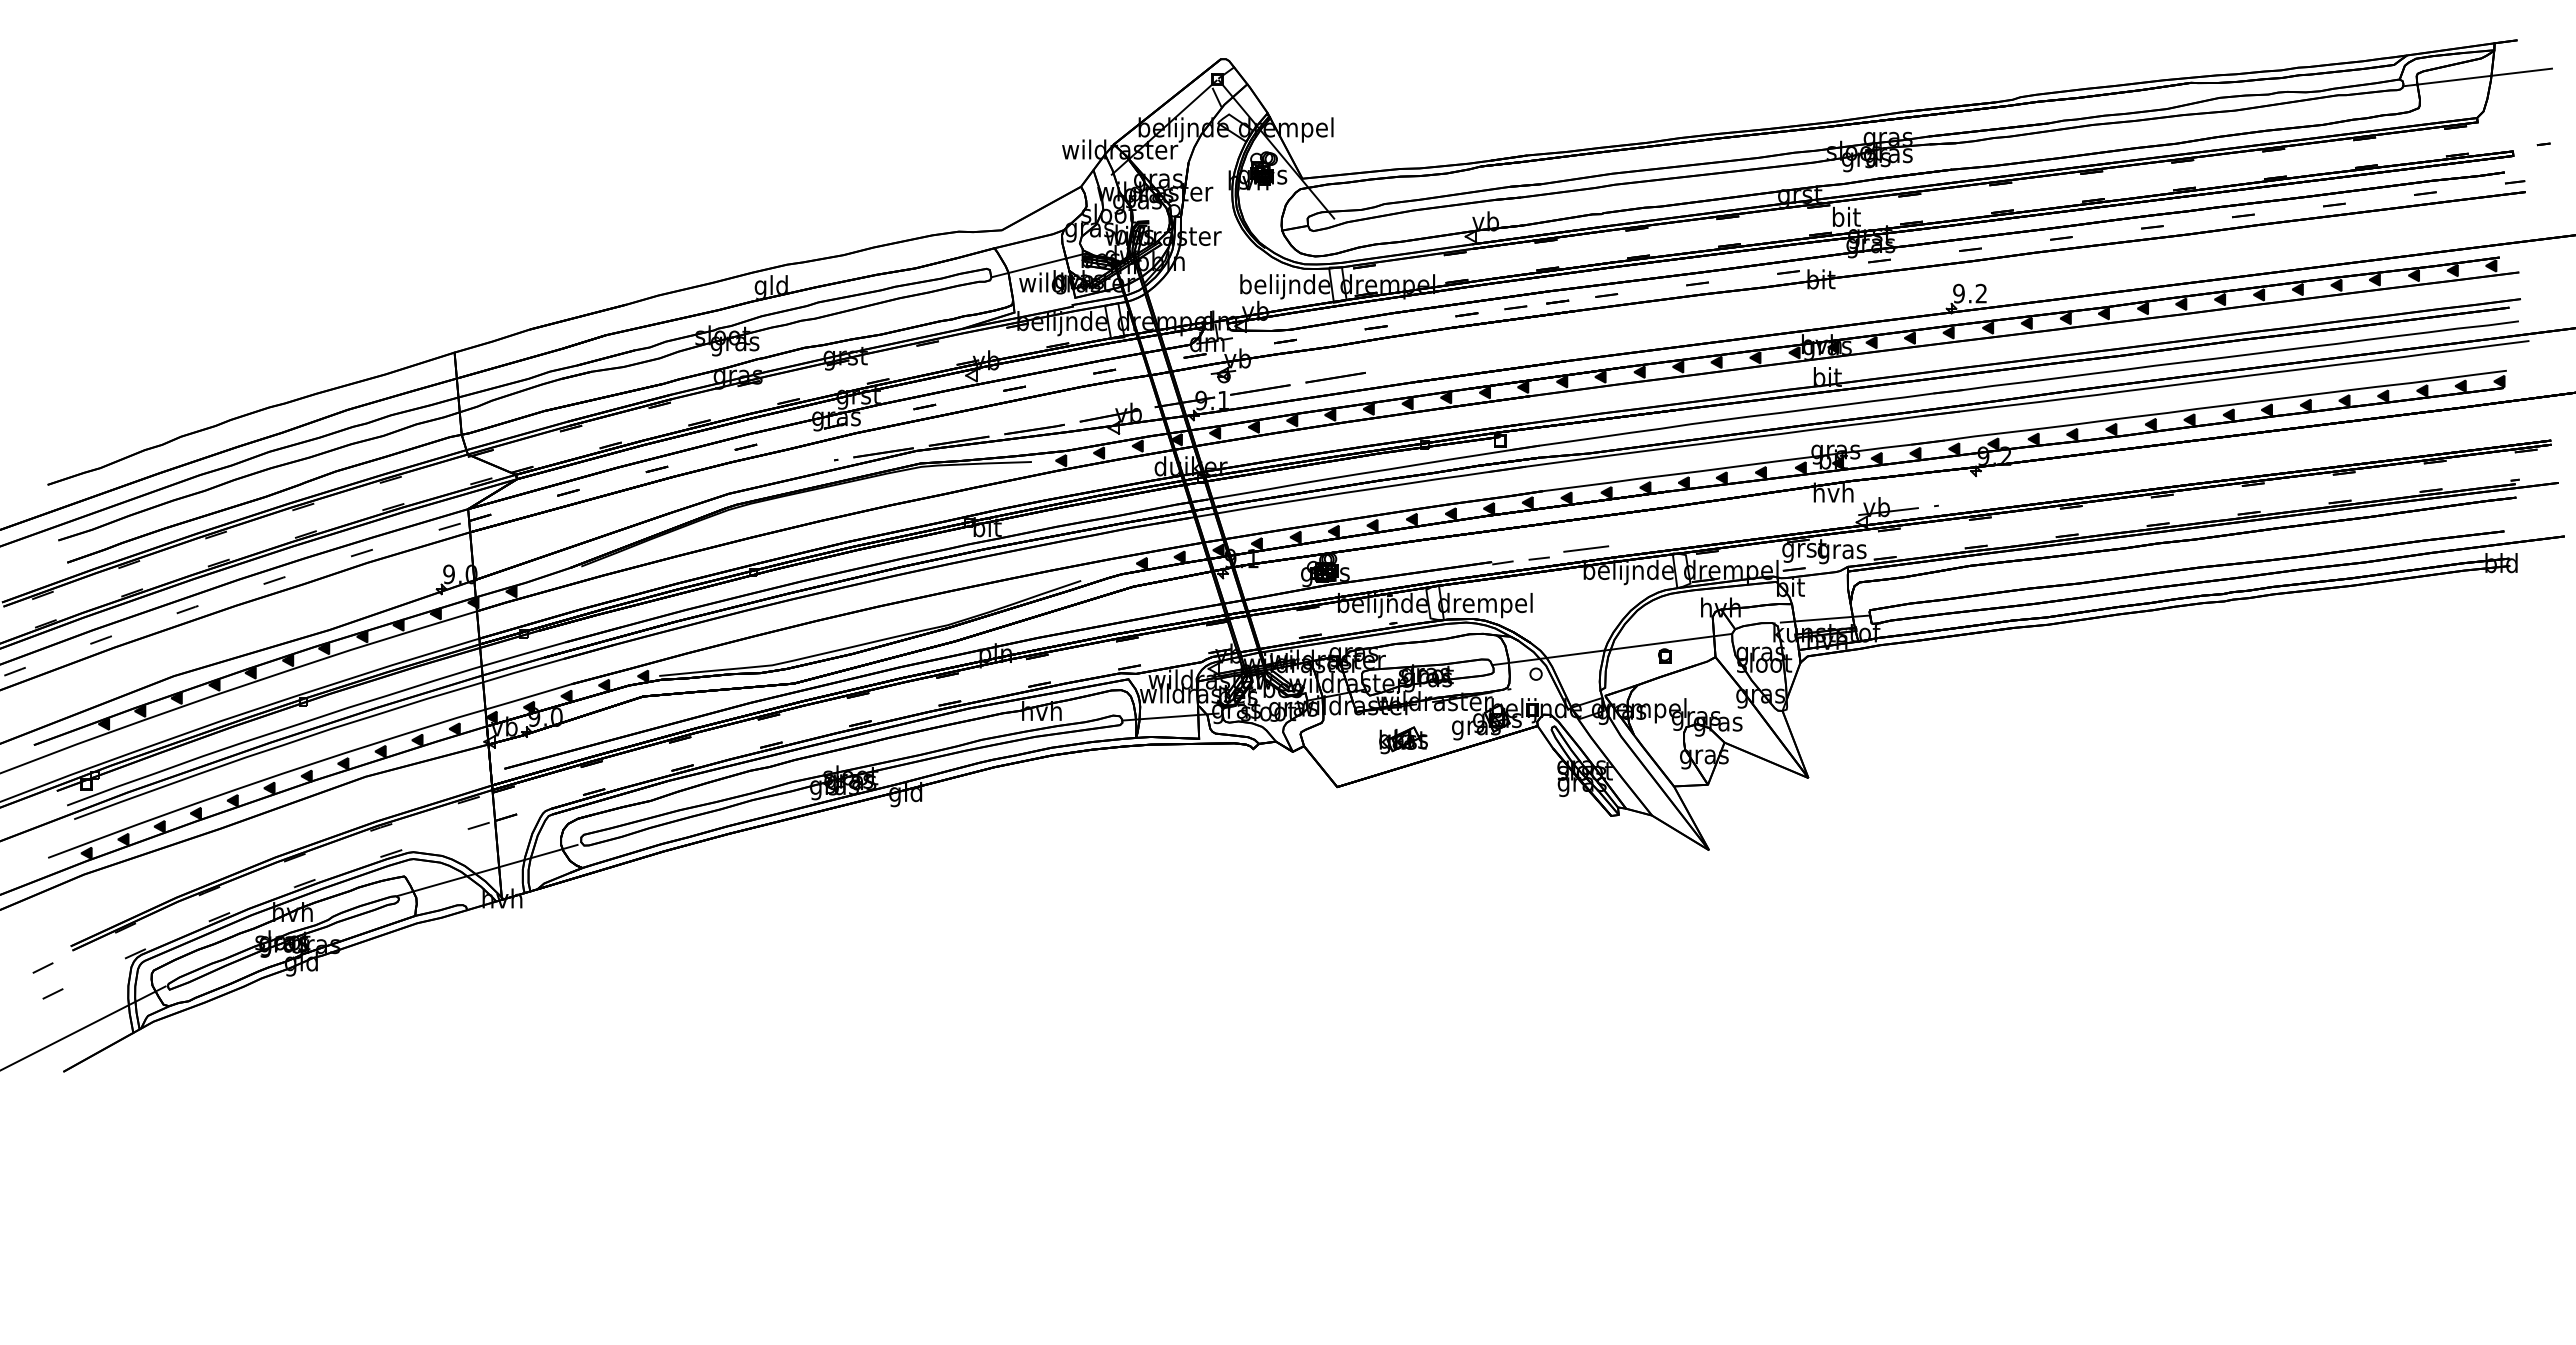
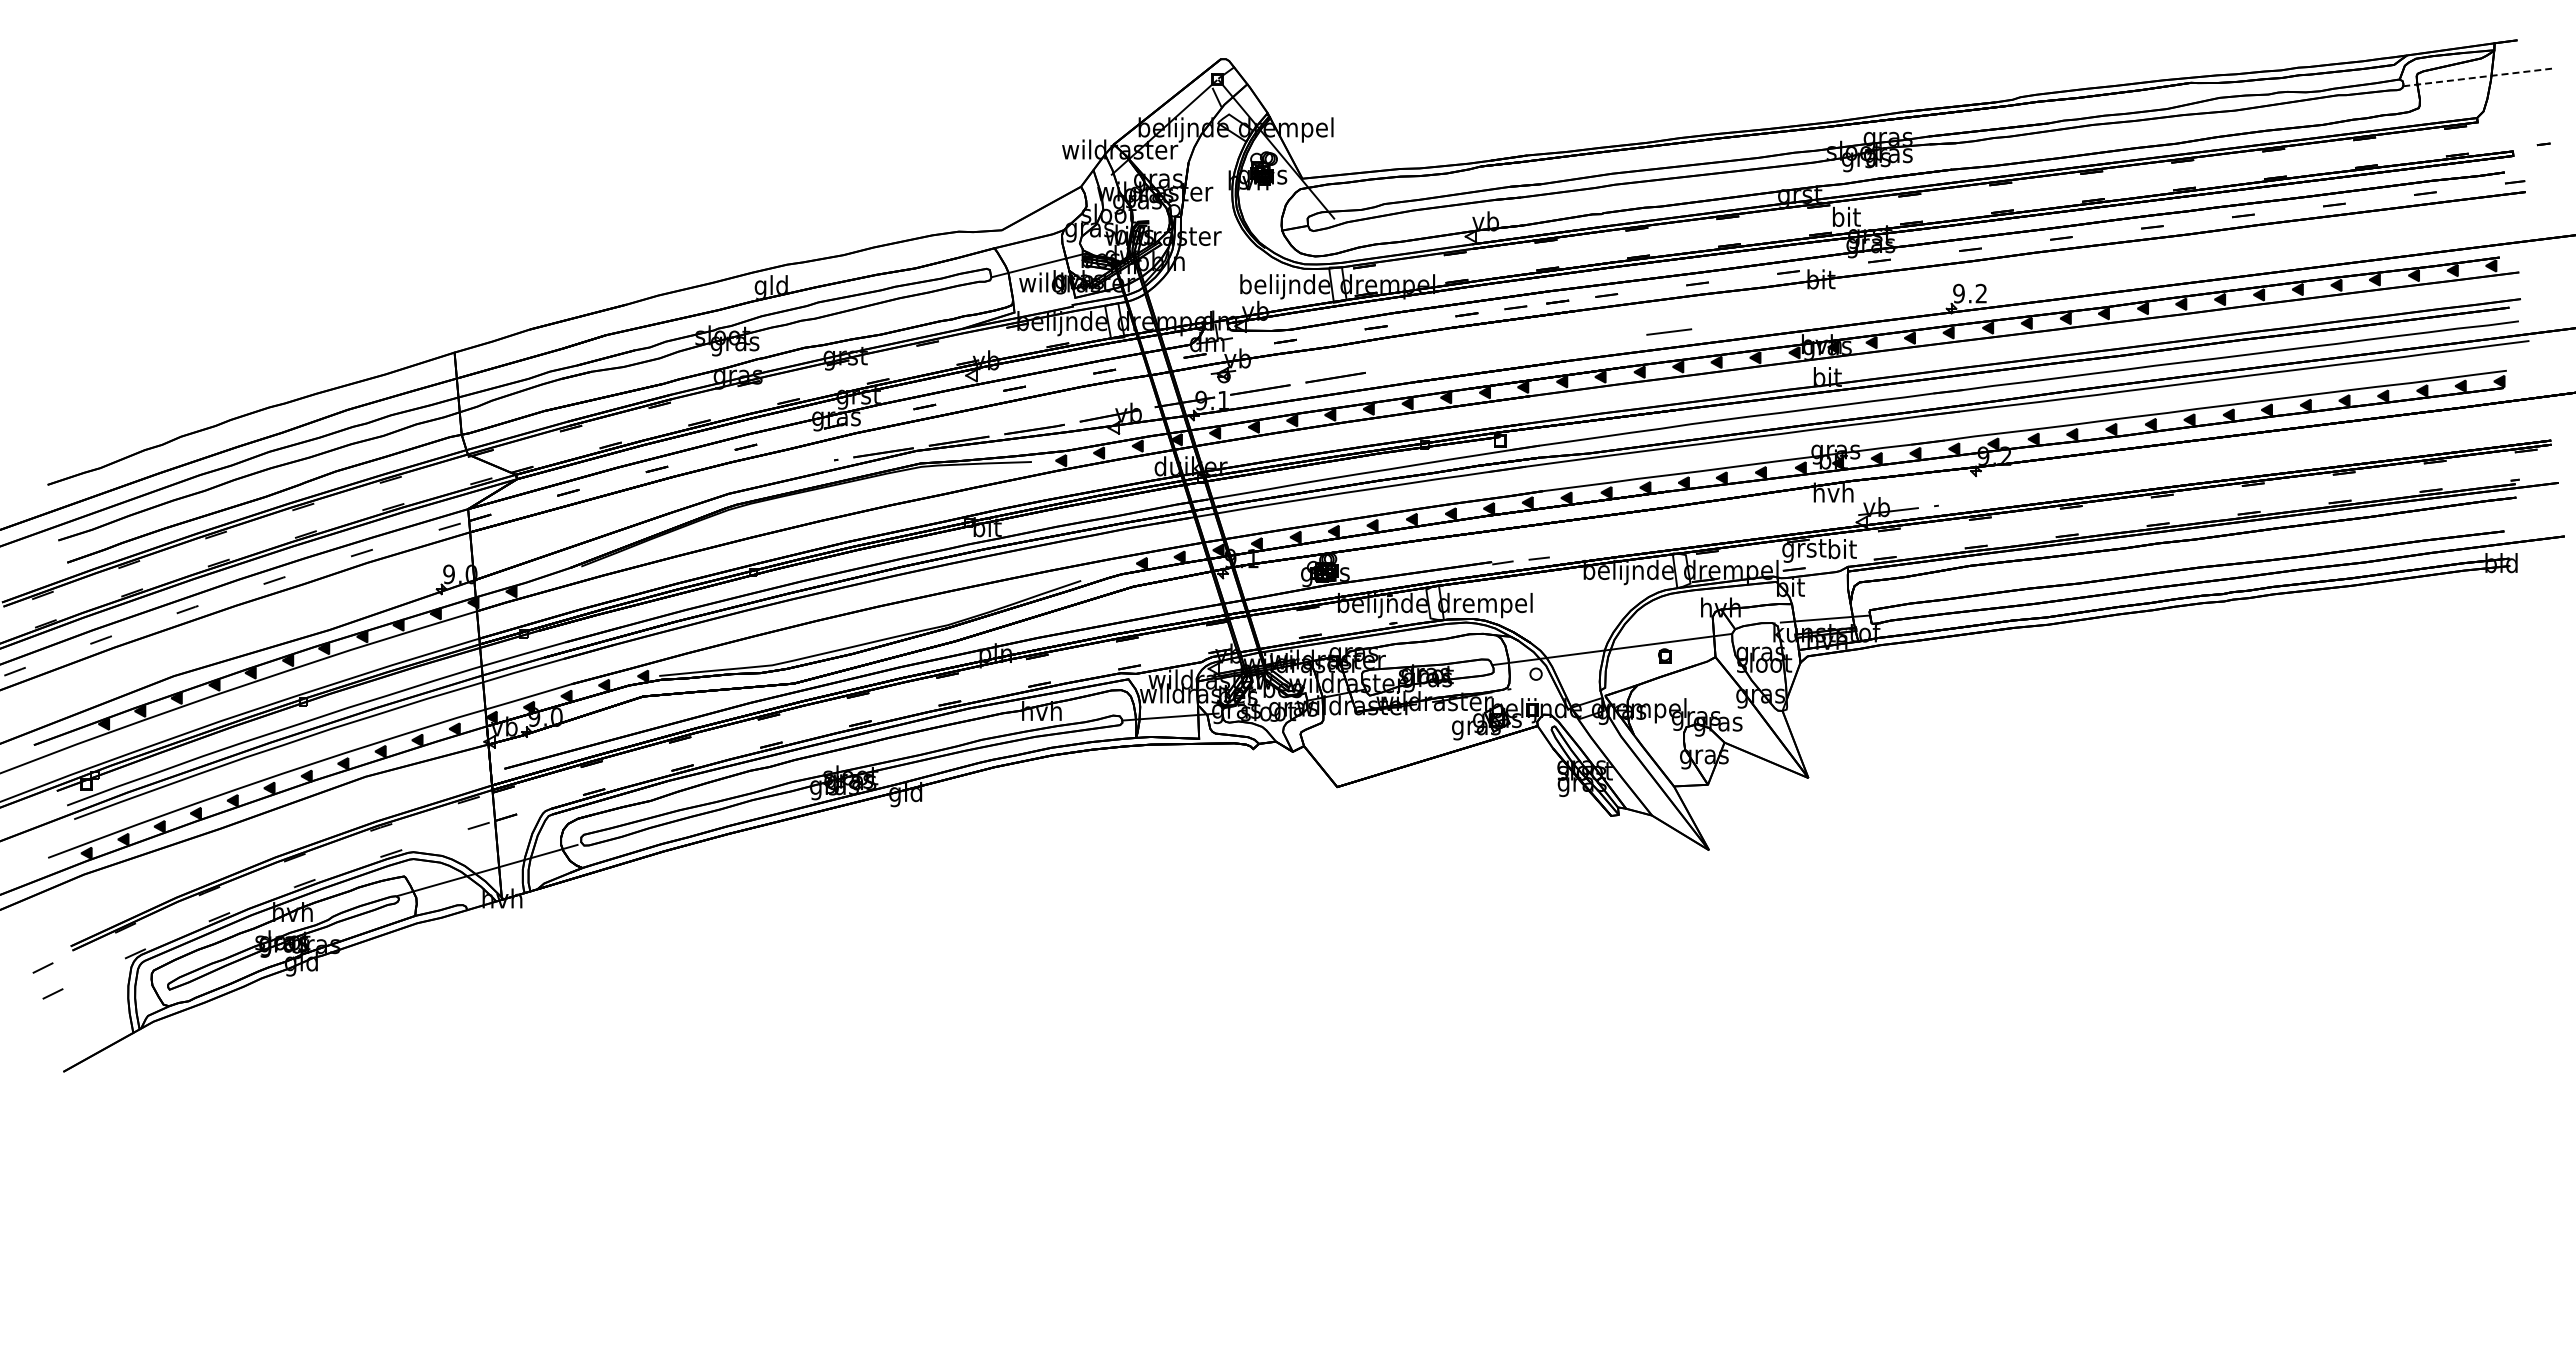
line at (2477, 77): solid -> dashed
line at (1586, 548) position: (1586, 548) -> (1669, 331)
text at (1841, 551): gras -> bit
part at (1403, 740): present -> none
line at (83, 1027): present -> none
